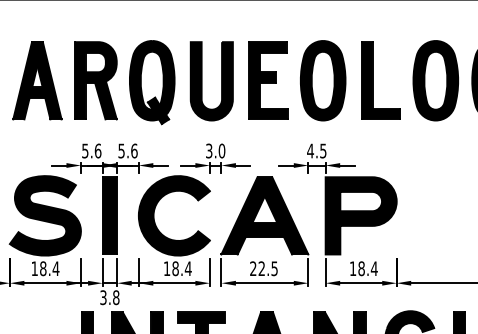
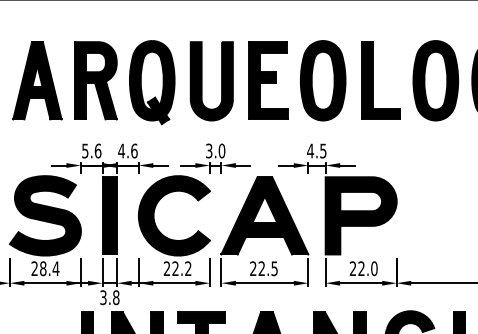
text at (121, 150): 5.6 -> 4.6
text at (34, 268): 18.4 -> 28.4
text at (177, 268): 18.4 -> 22.2
text at (363, 268): 18.4 -> 22.0
